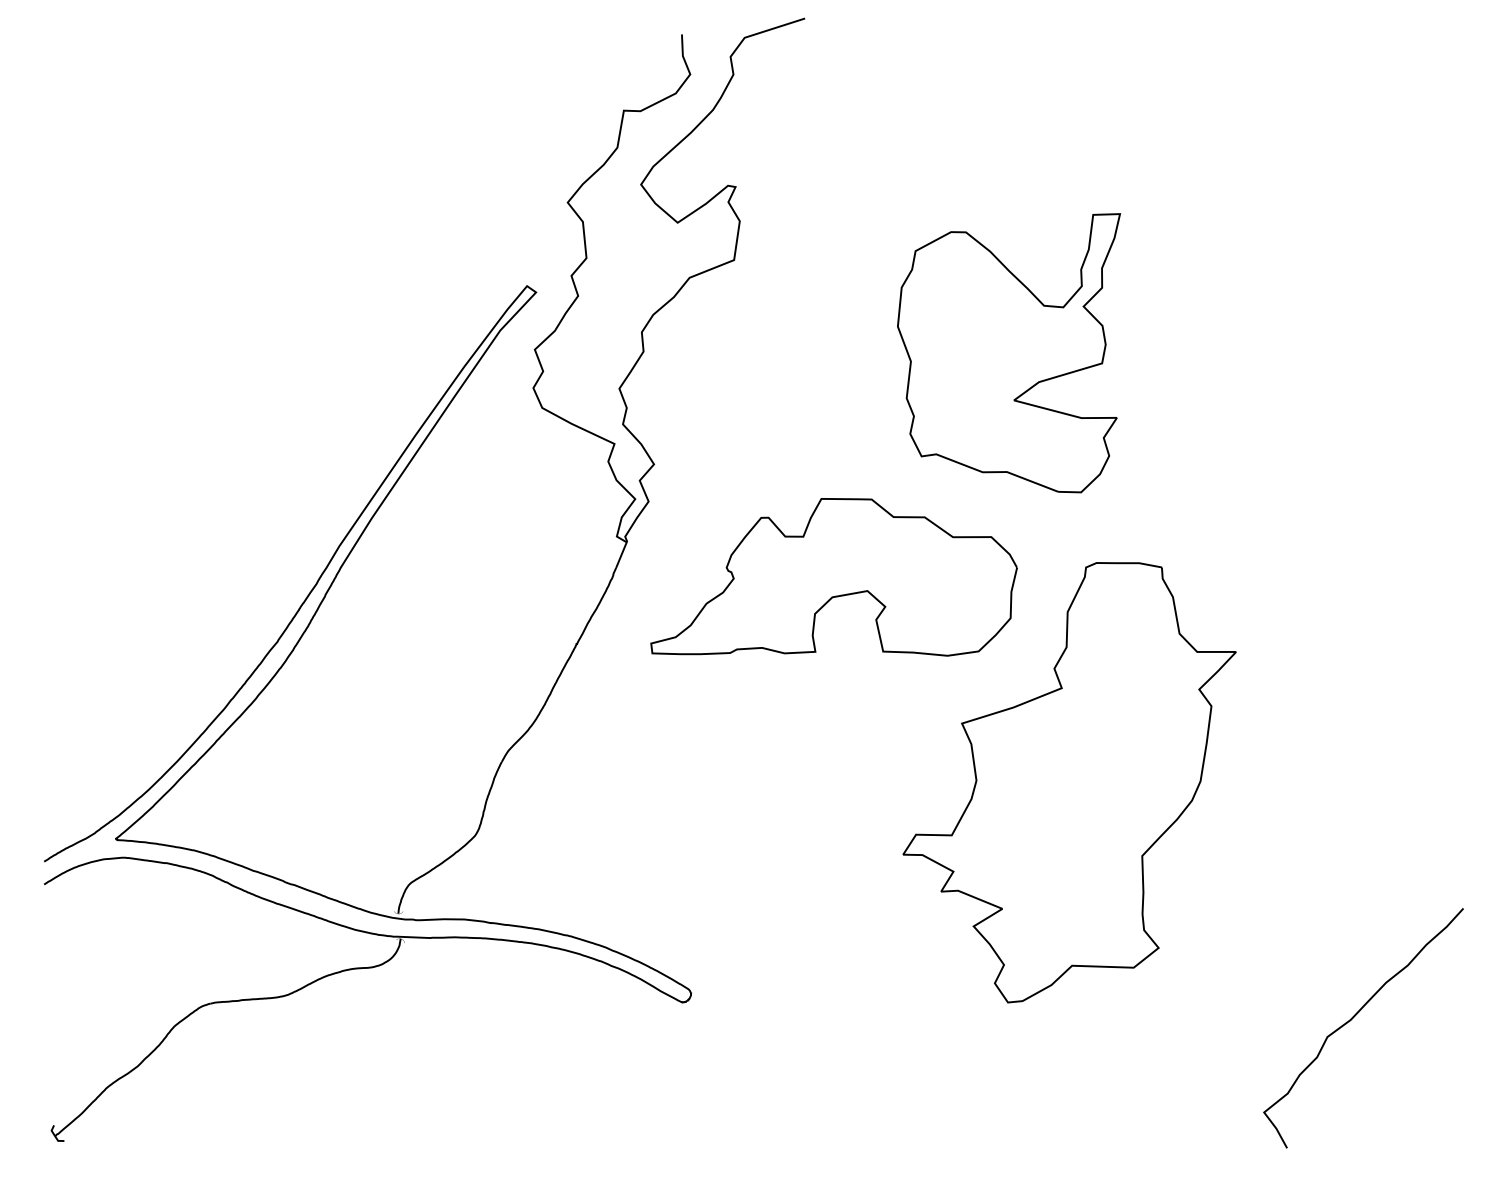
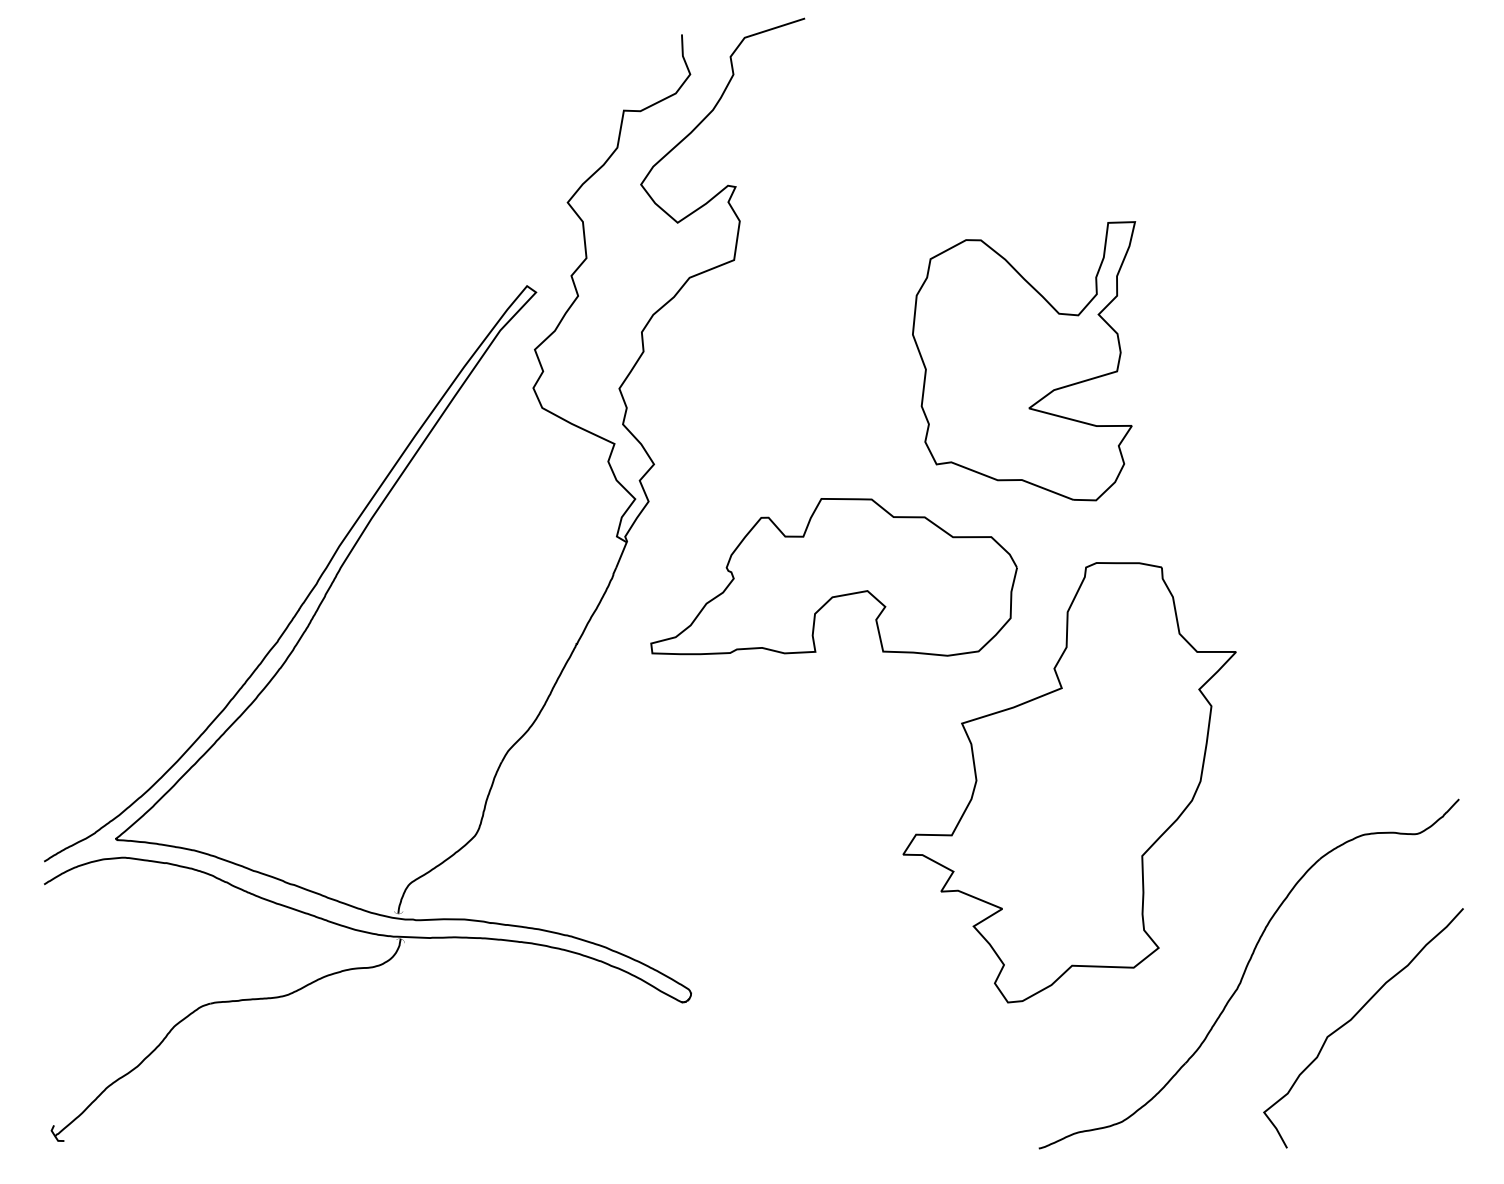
part at (1009, 353) position: (1009, 353) -> (1024, 361)
part at (1248, 973): none -> present
